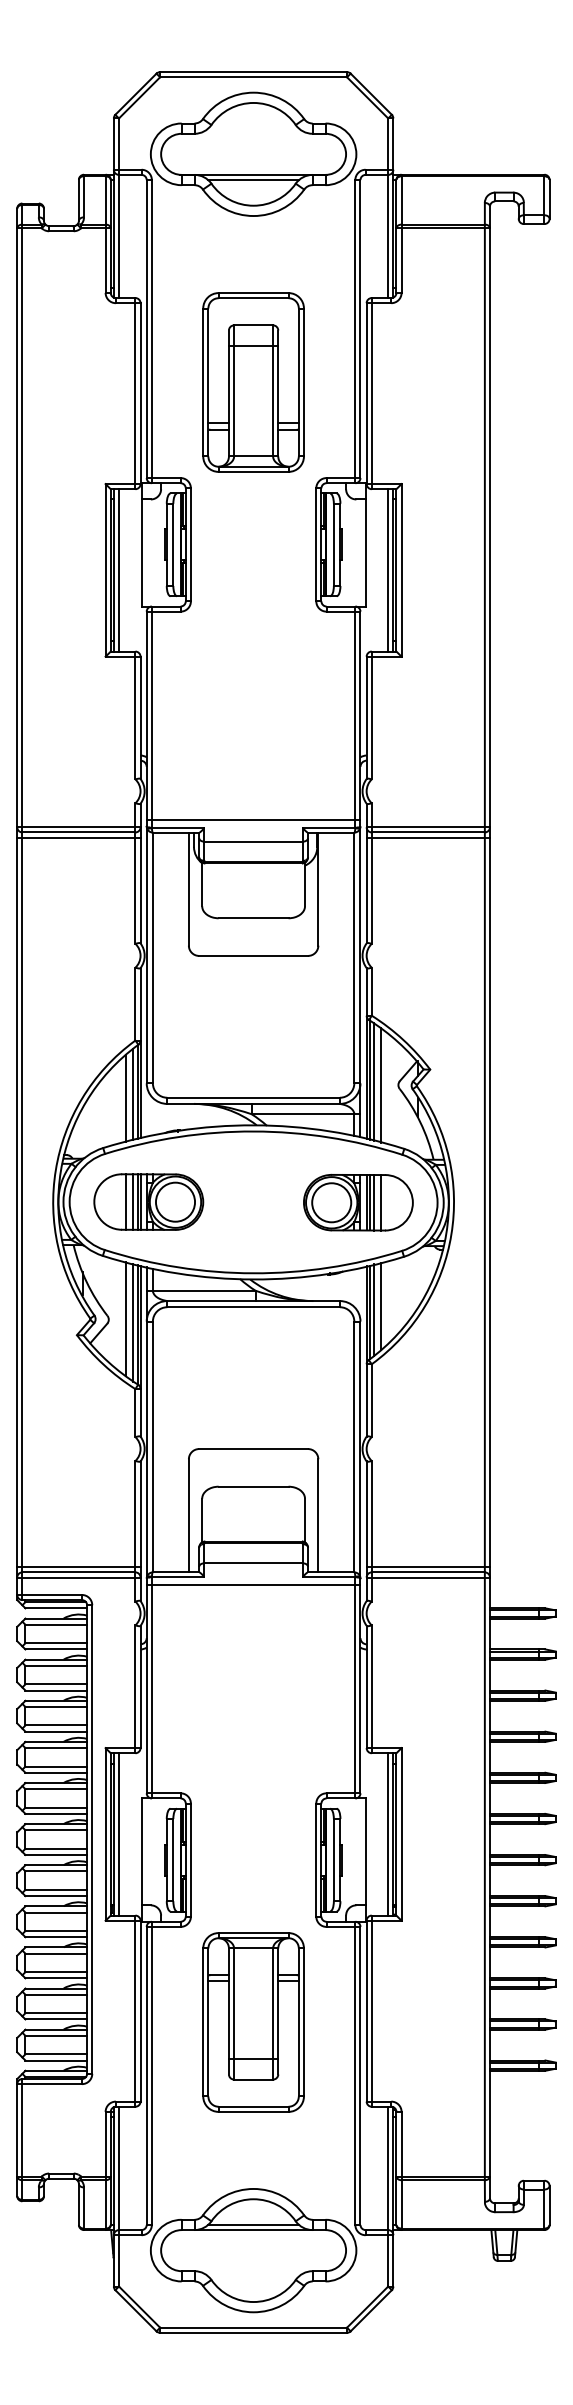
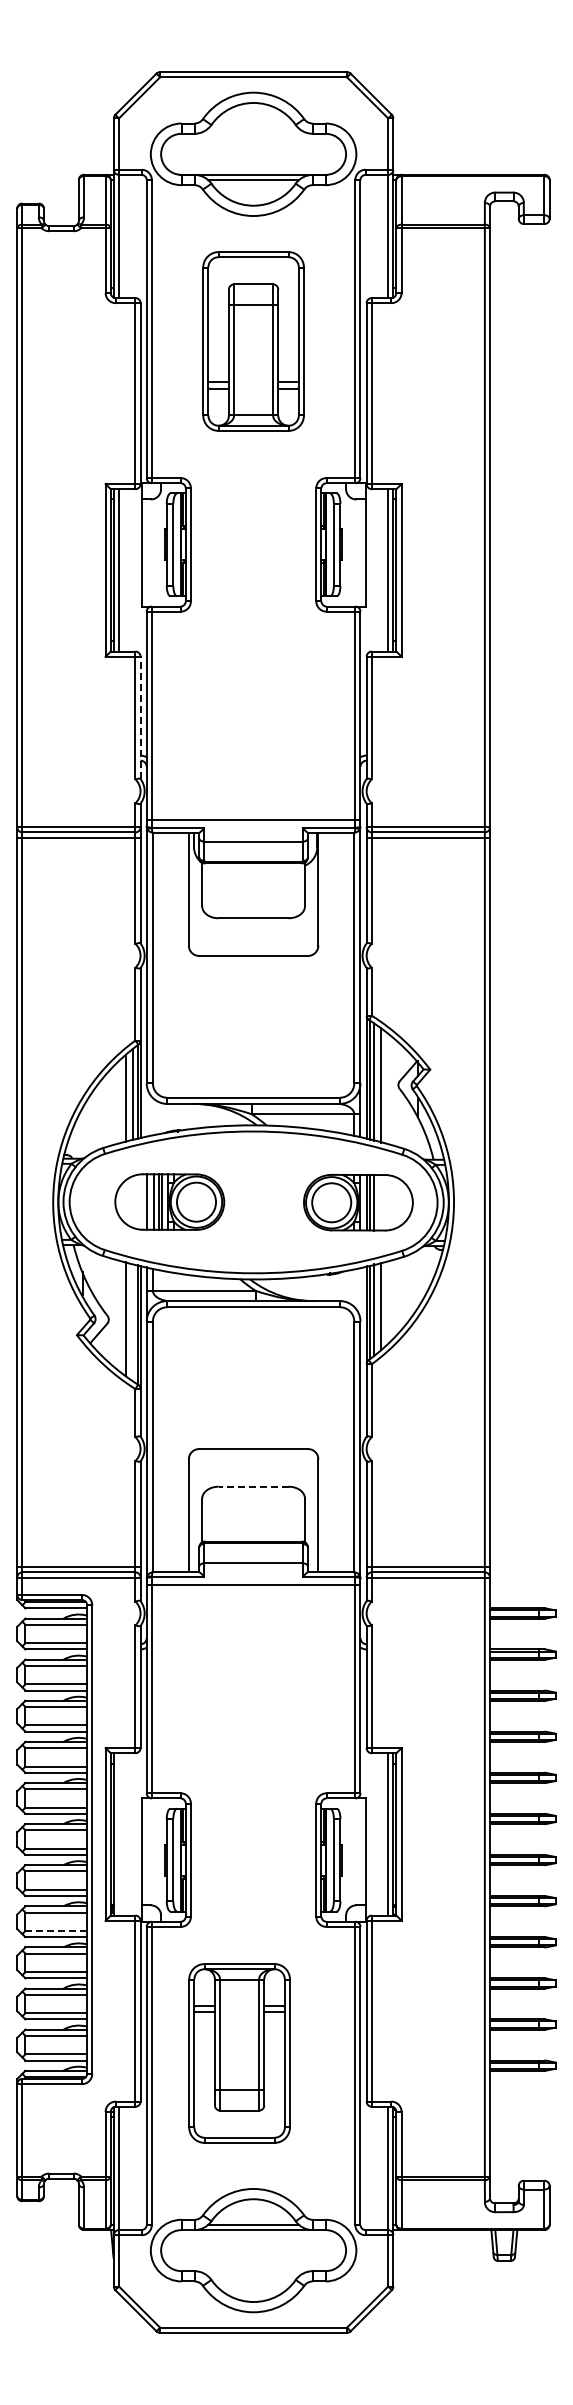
part at (253, 382) position: (253, 382) -> (253, 341)
line at (140, 717): solid -> dashed
part at (148, 1201) position: (148, 1201) -> (169, 1201)
line at (381, 1202): present -> none
line at (133, 1322): present -> none
line at (253, 1486): solid -> dashed
line at (118, 1834): present -> none
line at (56, 1931): solid -> dashed
part at (253, 2022) position: (253, 2022) -> (239, 2053)
